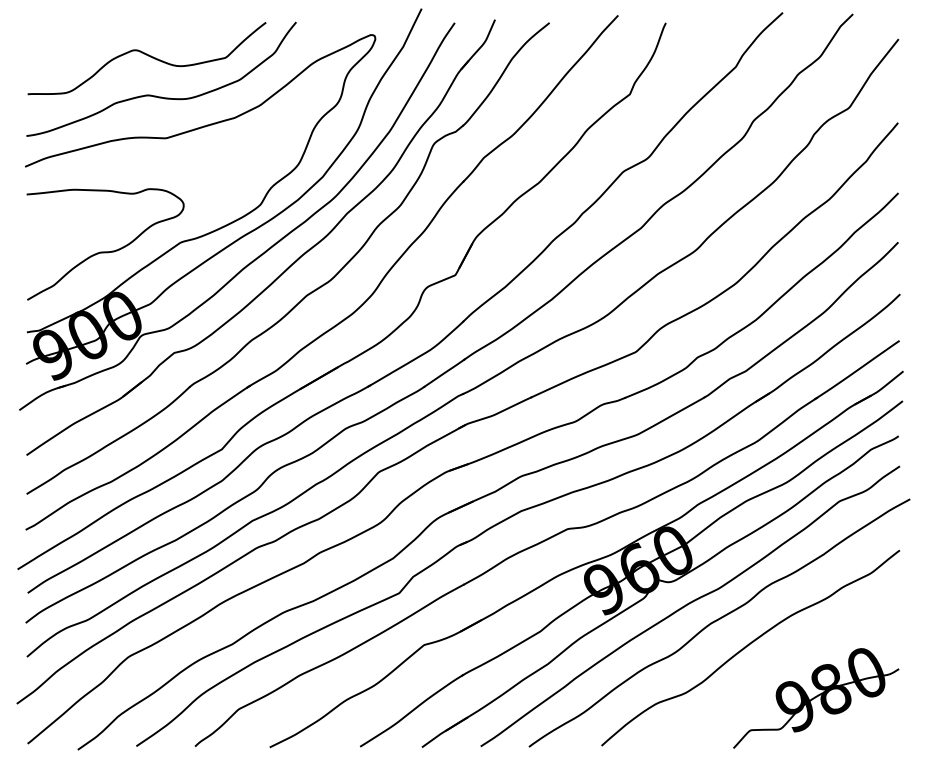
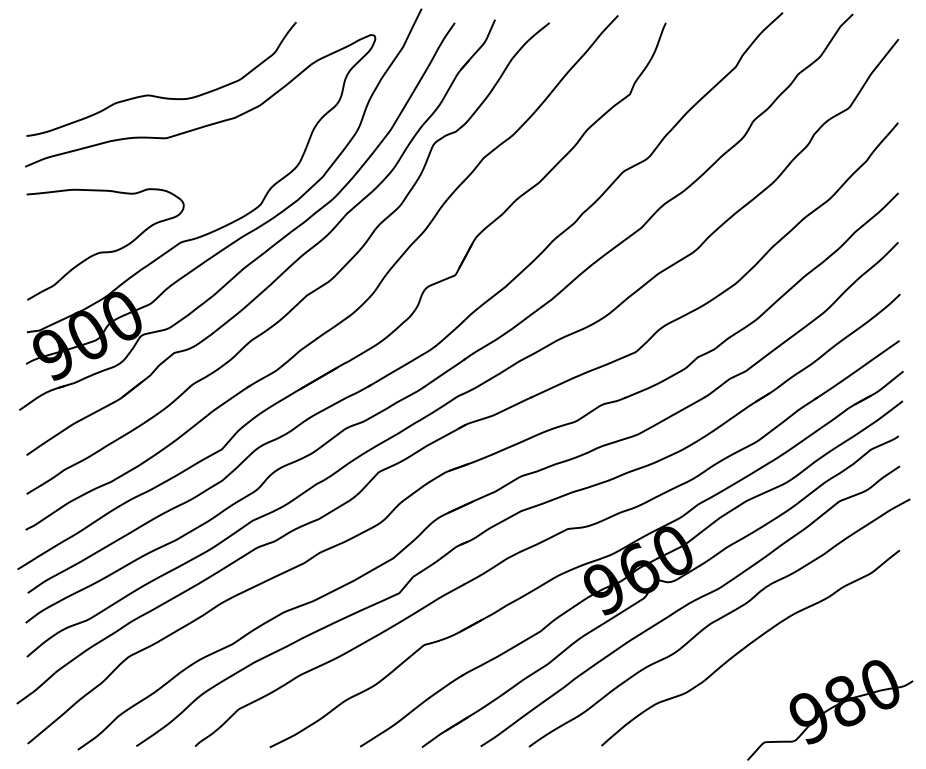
curve at (148, 56): present -> none
part at (816, 698) position: (816, 698) -> (830, 710)
